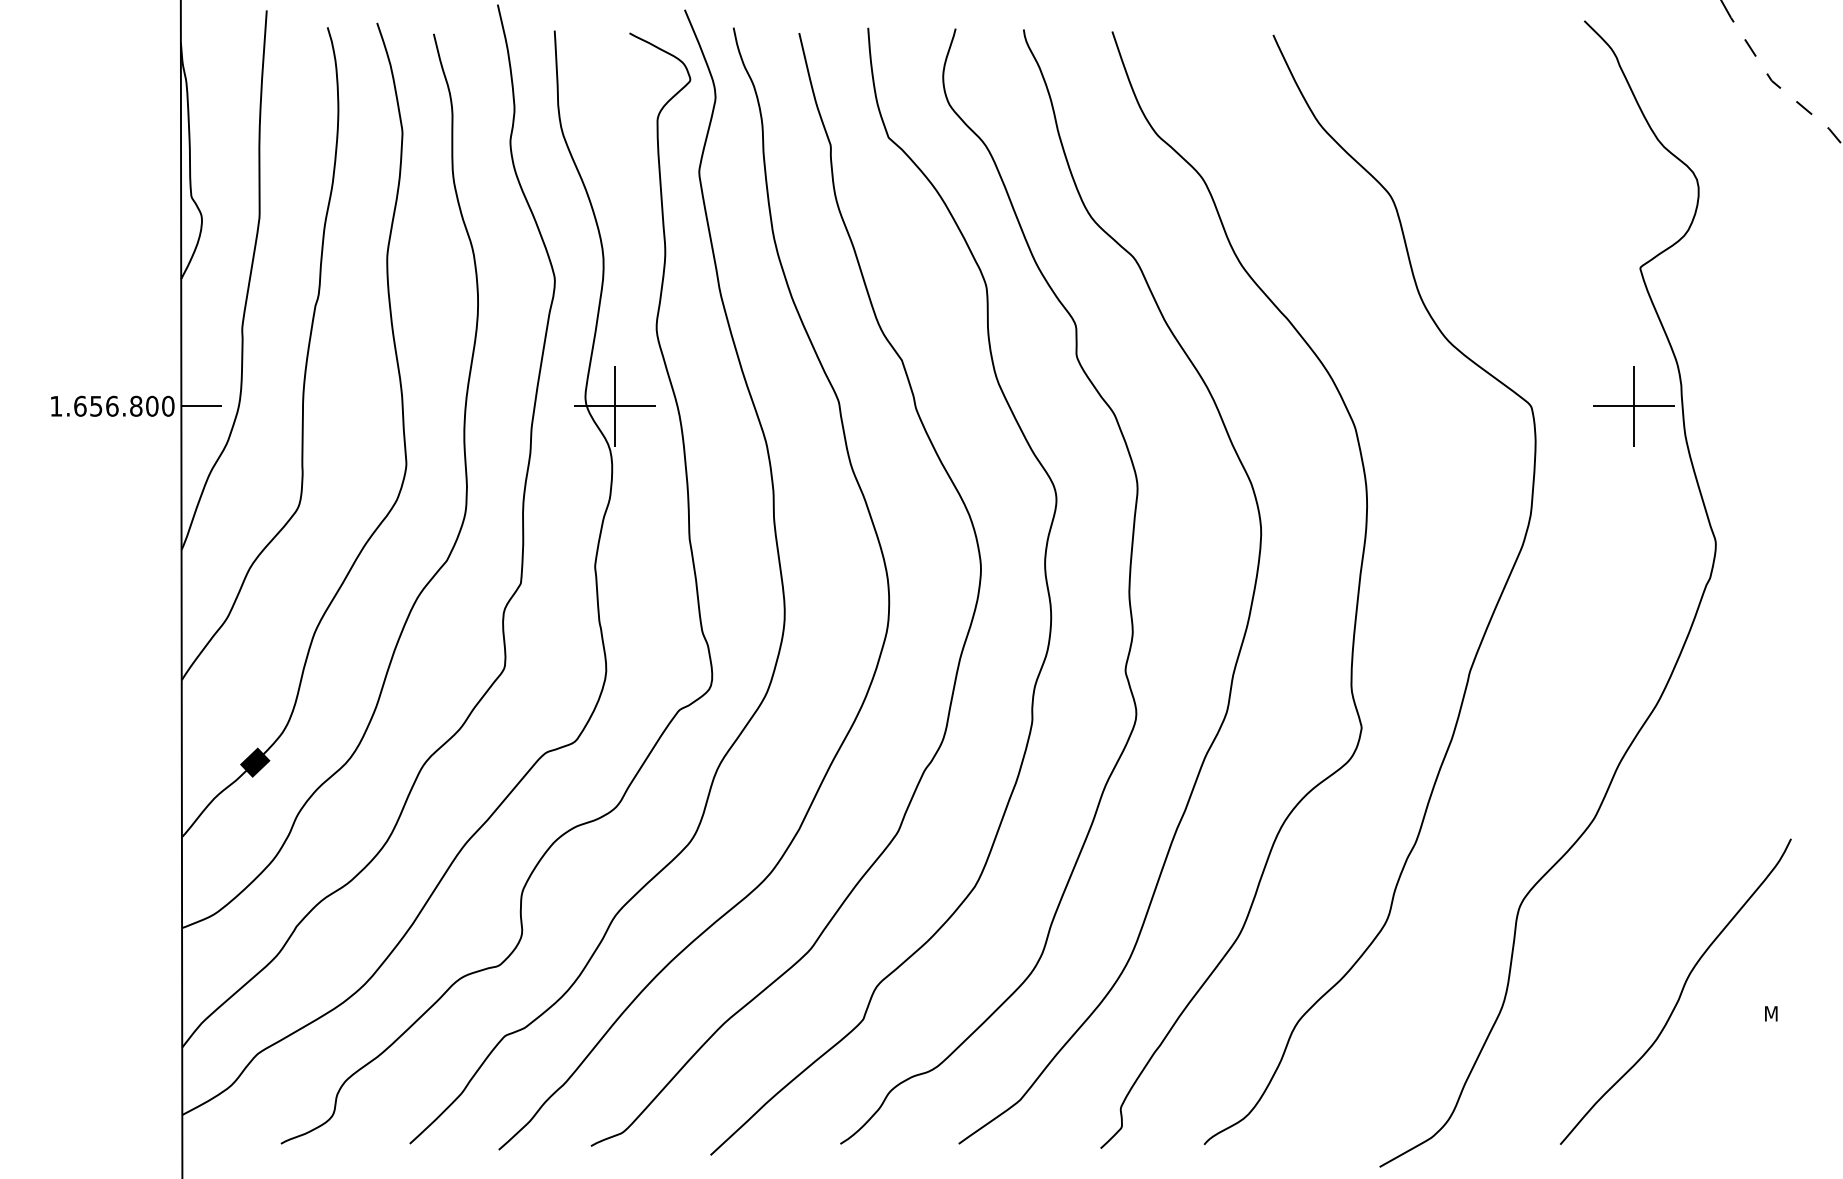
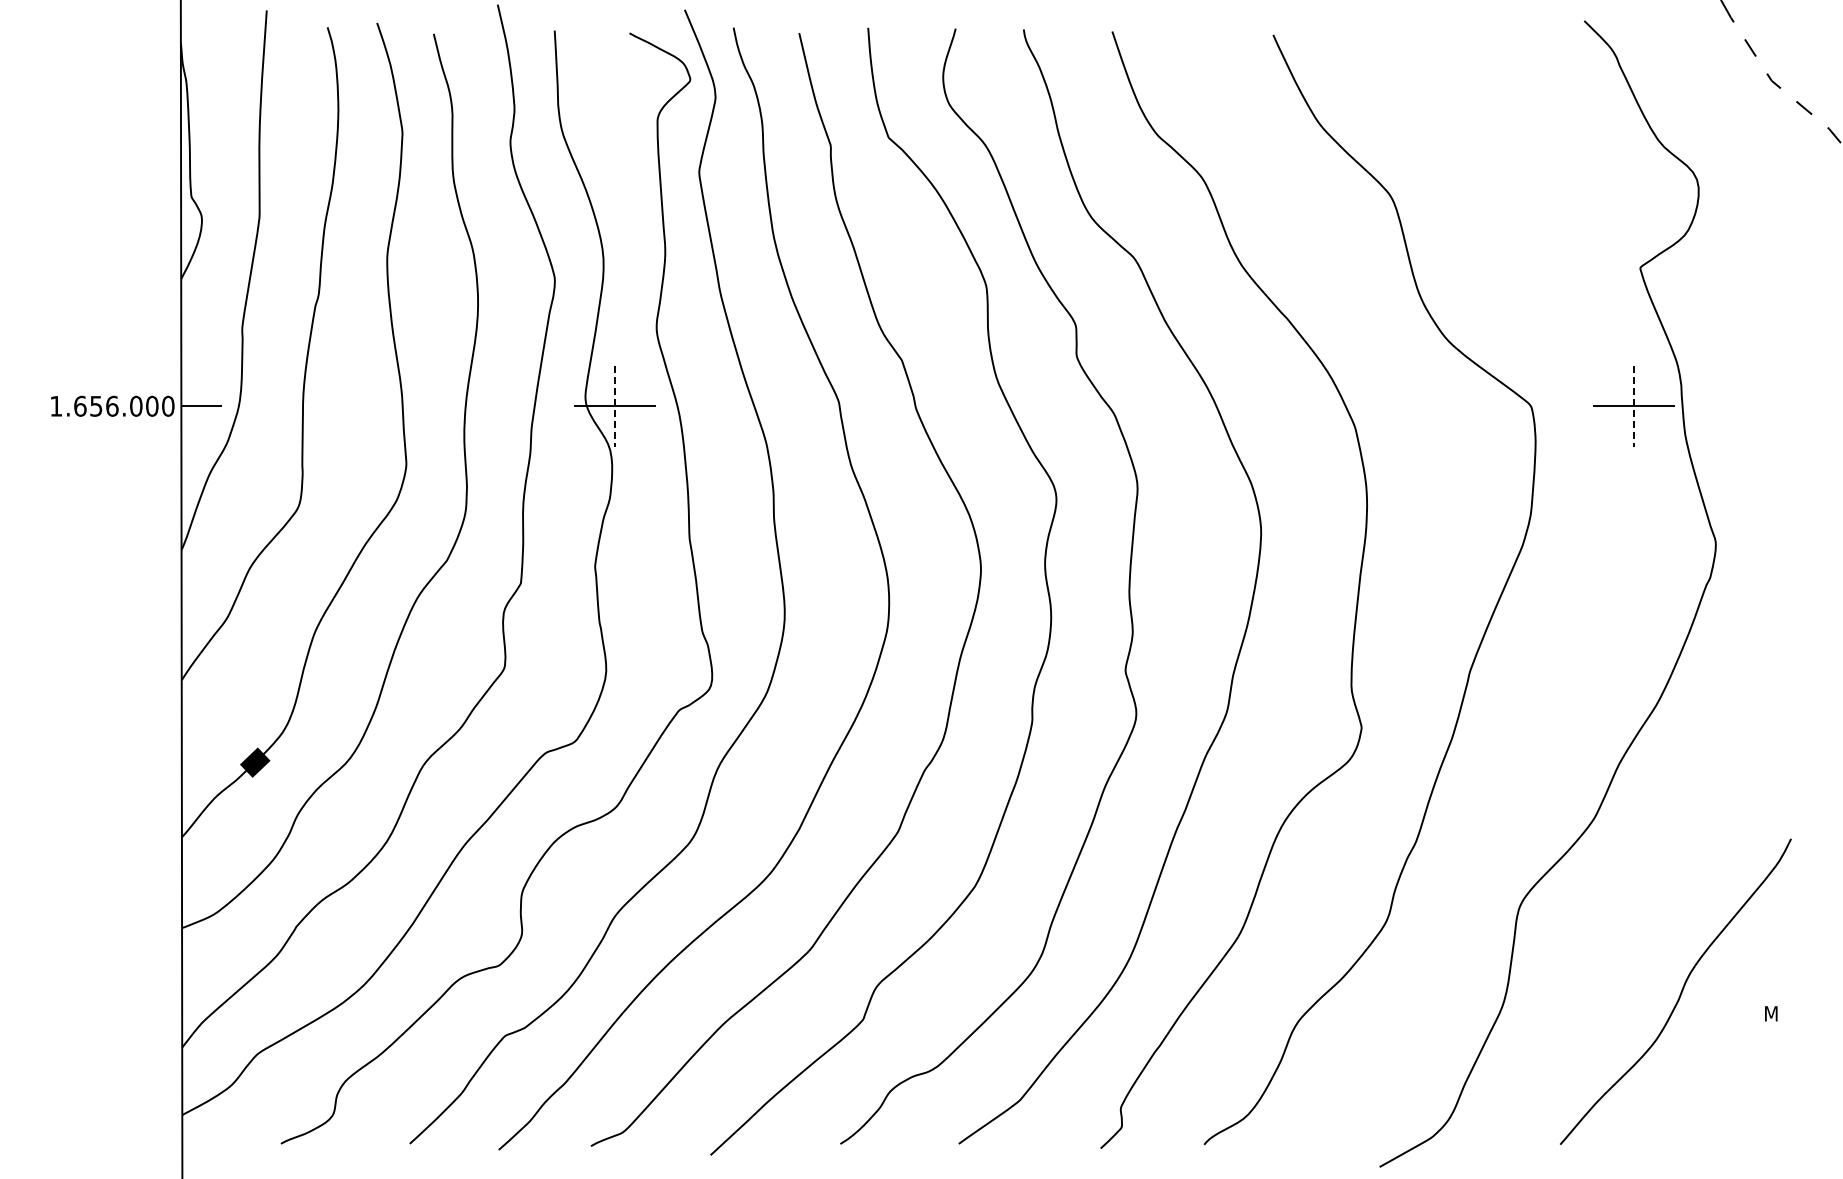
text at (136, 406): 1.656.800 -> 1.656.000
line at (614, 406): solid -> dashed
line at (1633, 406): solid -> dashed
